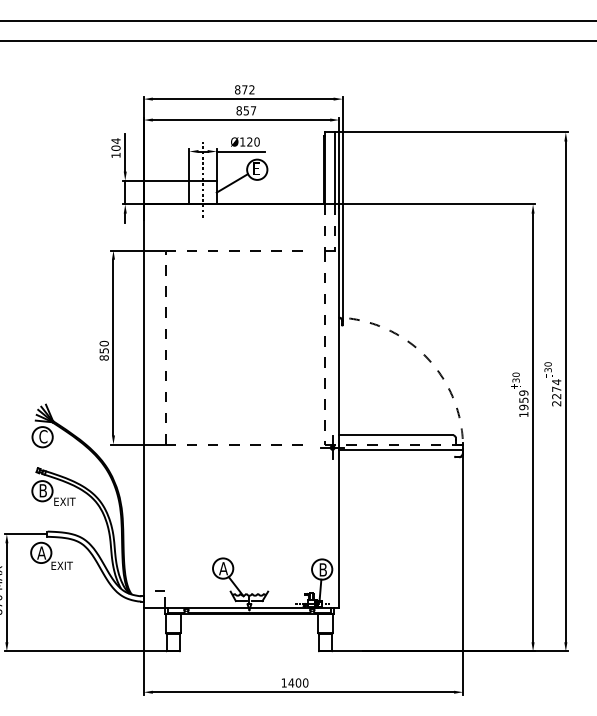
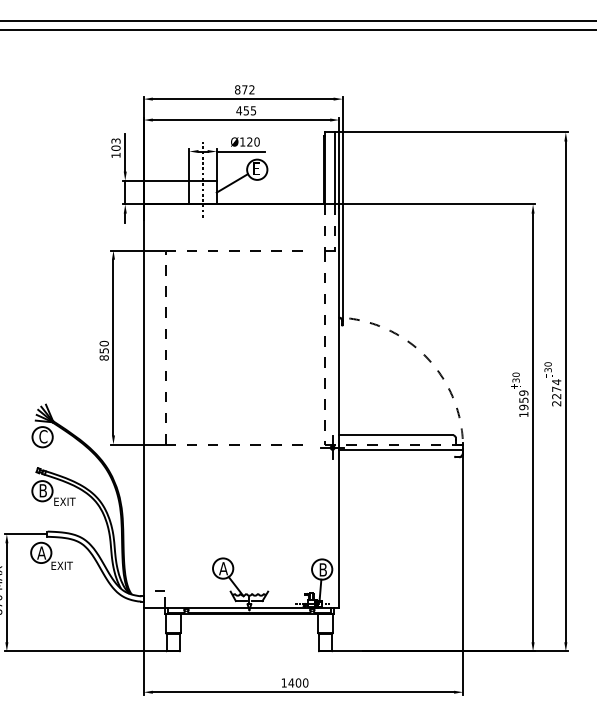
line at (297, 41) position: (297, 41) -> (297, 30)
text at (246, 110): 857 -> 455
text at (115, 141): 104 -> 103
